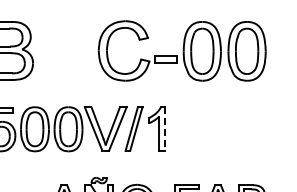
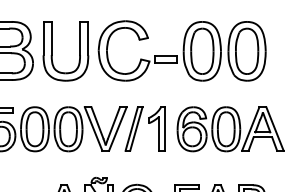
part at (52, 51): none -> present
line at (164, 129): dashed -> solid
part at (230, 129): none -> present
